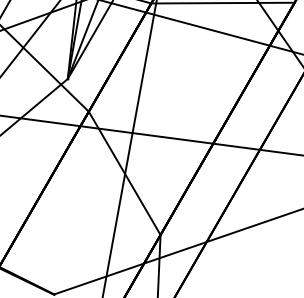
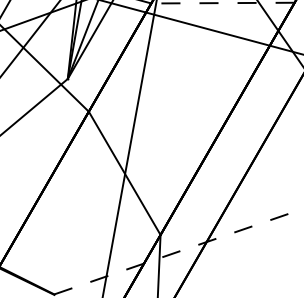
line at (222, 3): solid -> dashed
line at (151, 135): present -> none
line at (179, 251): solid -> dashed
